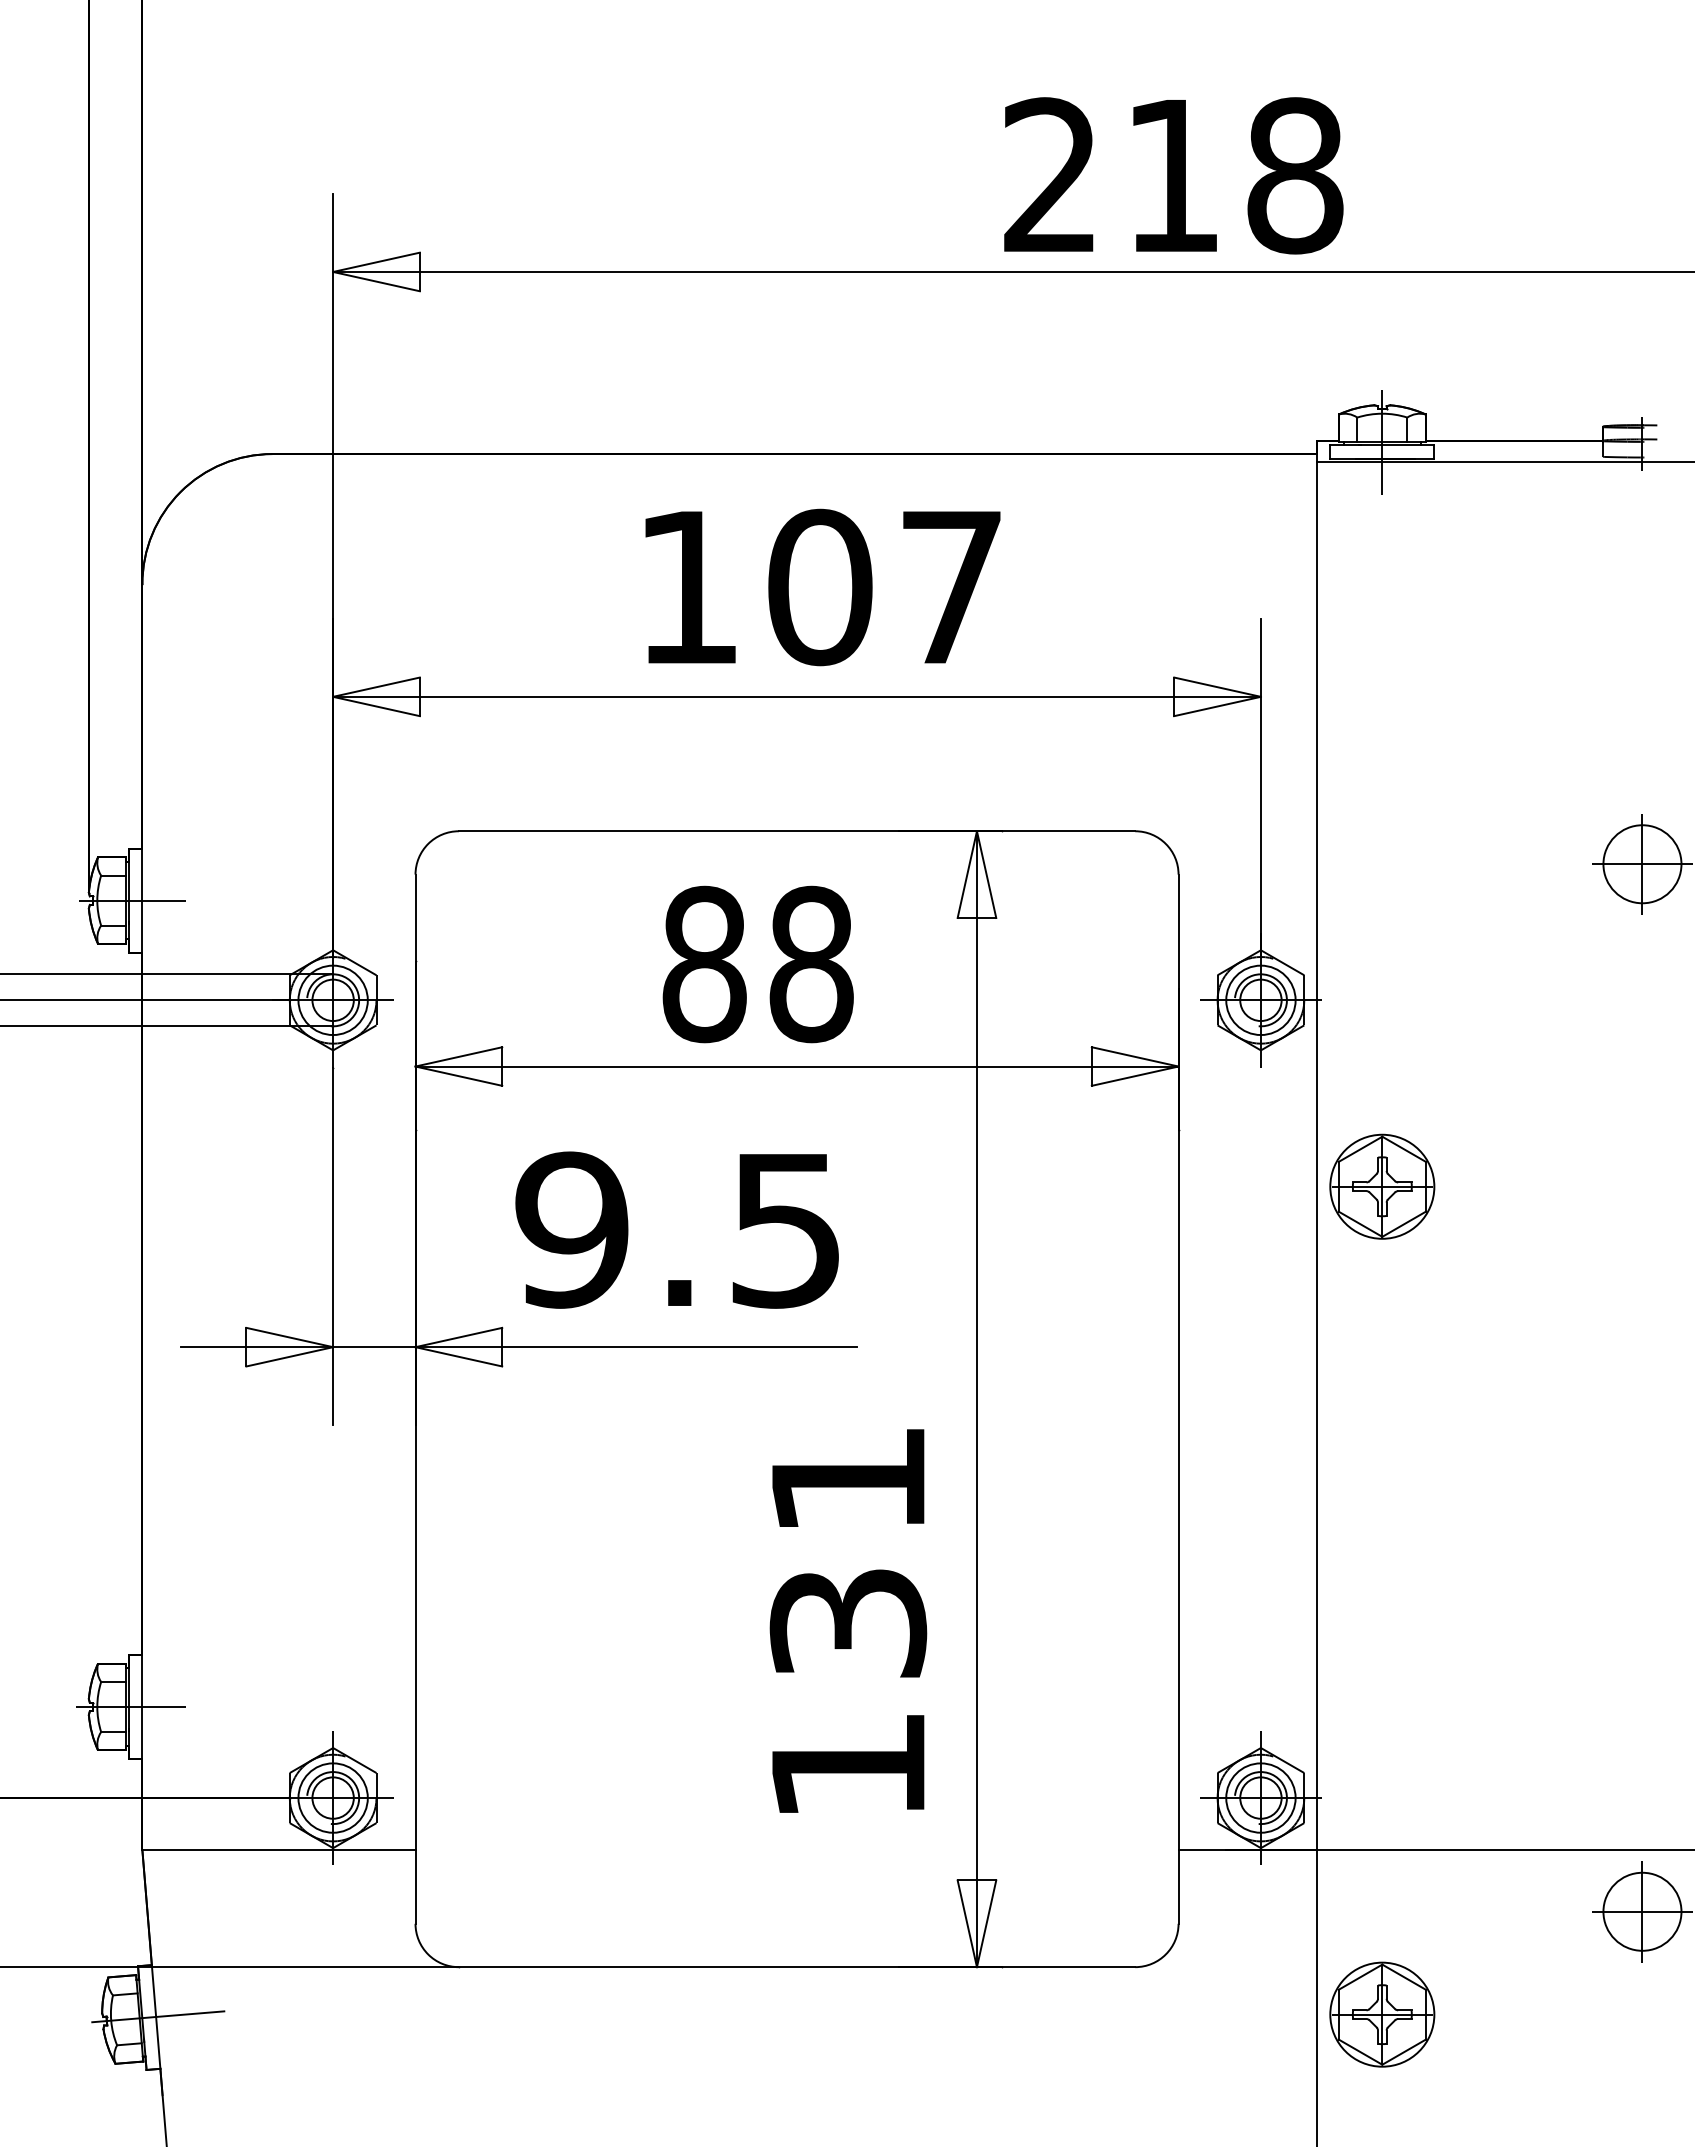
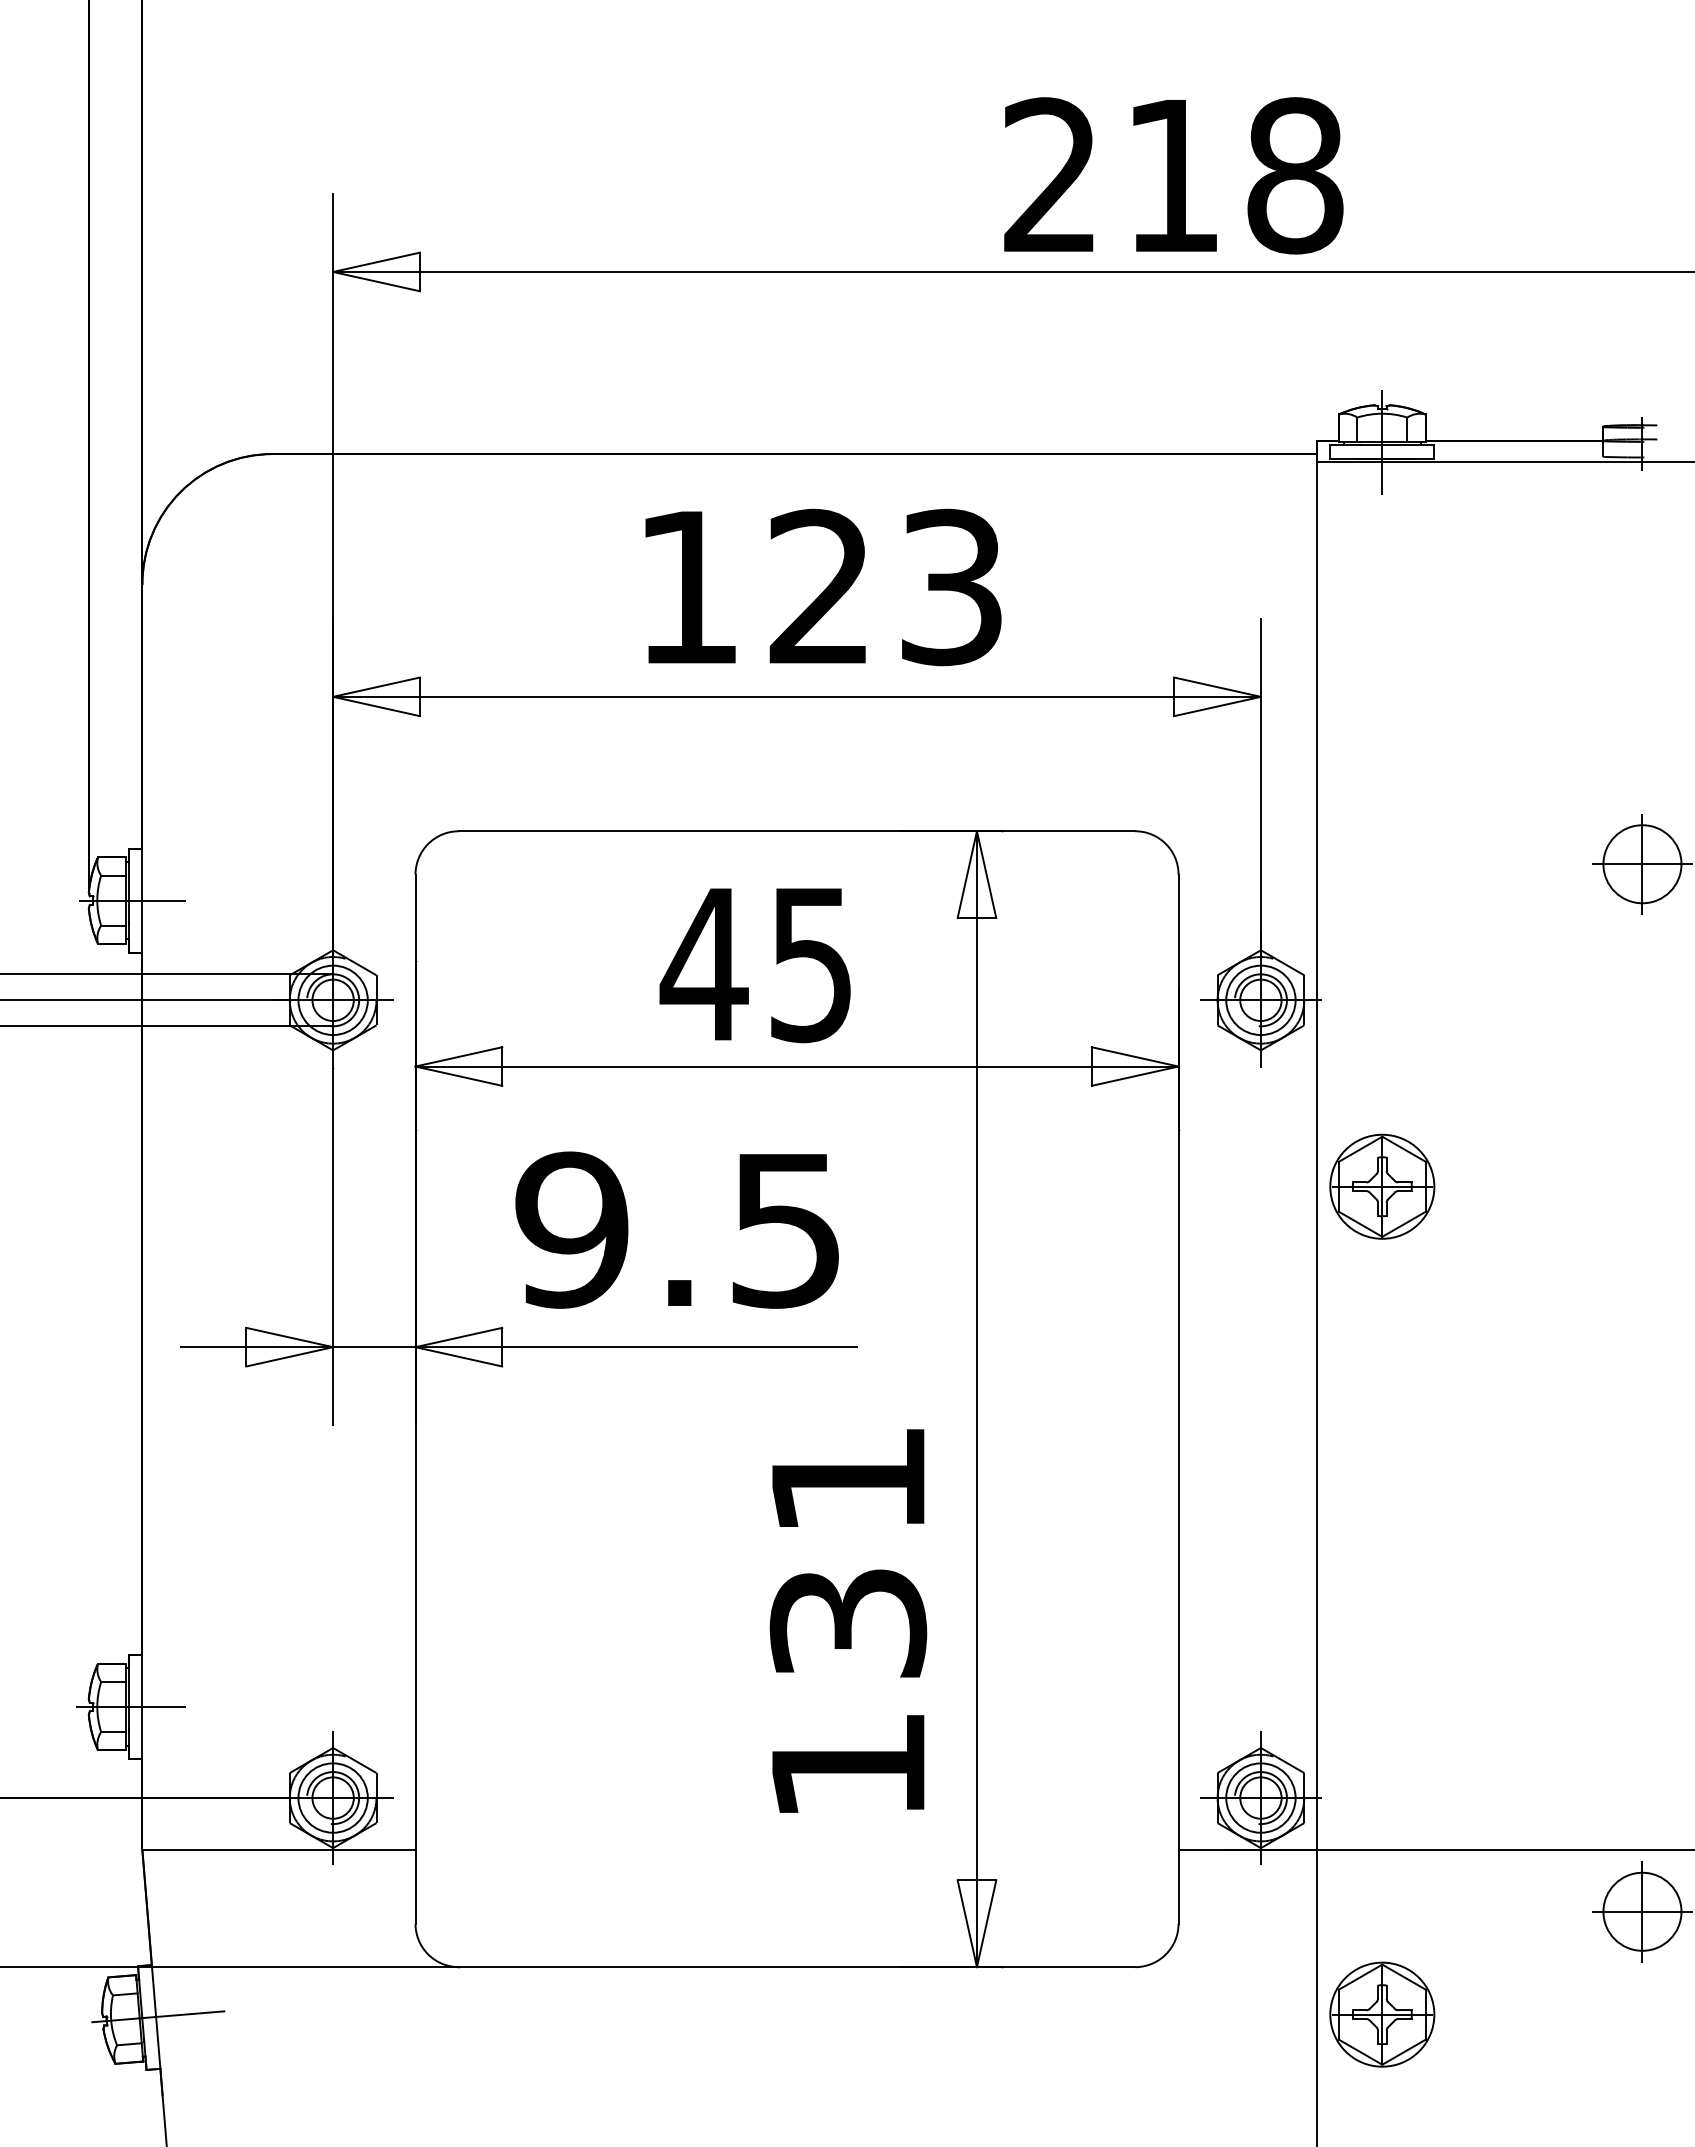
text at (884, 587): 107 -> 123
text at (756, 964): 88 -> 45
